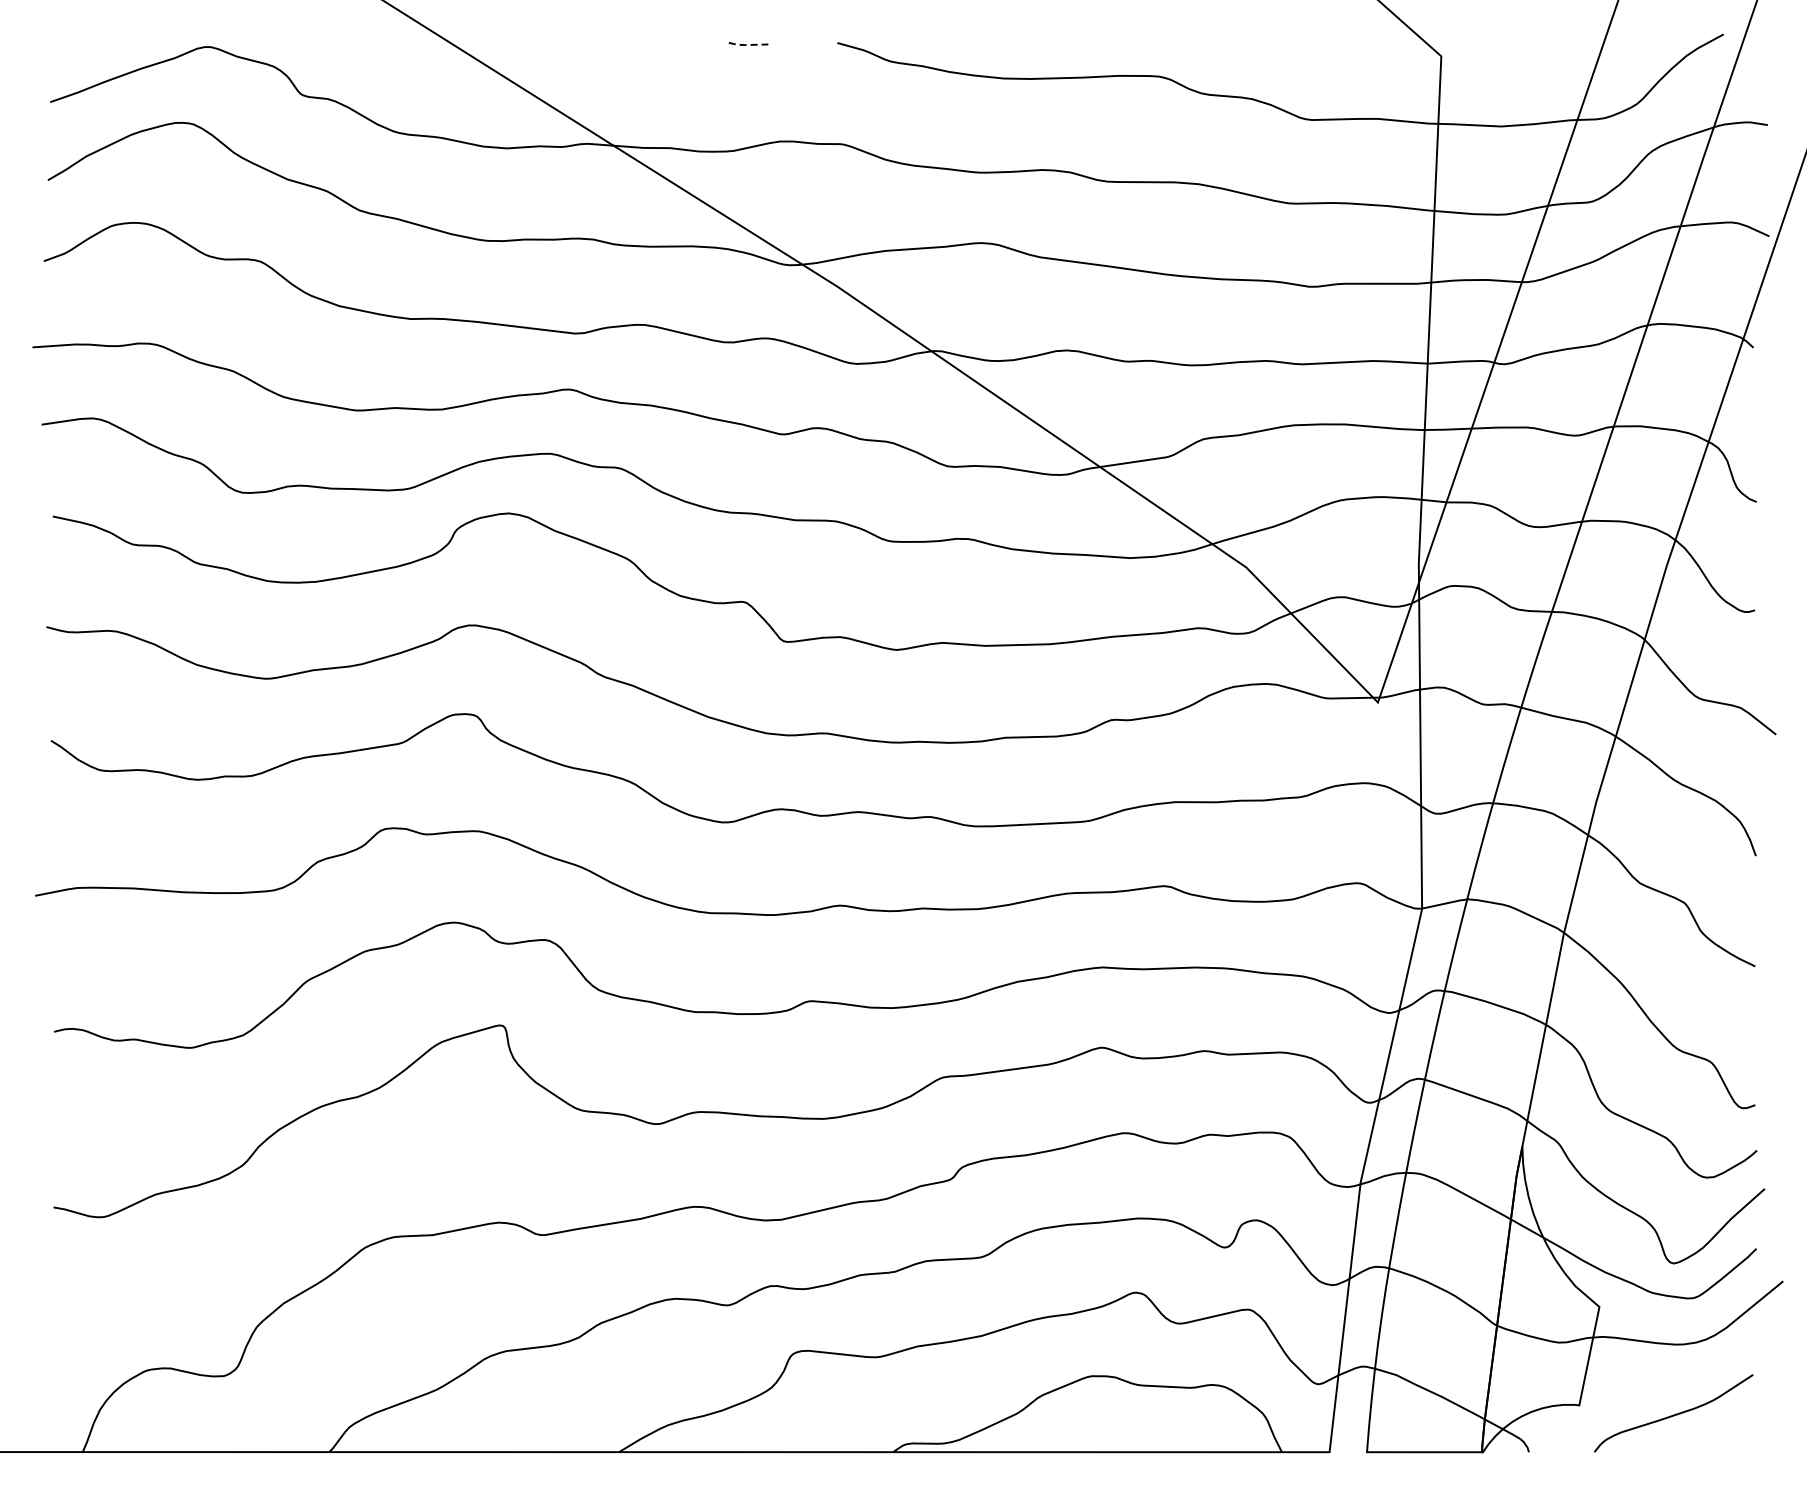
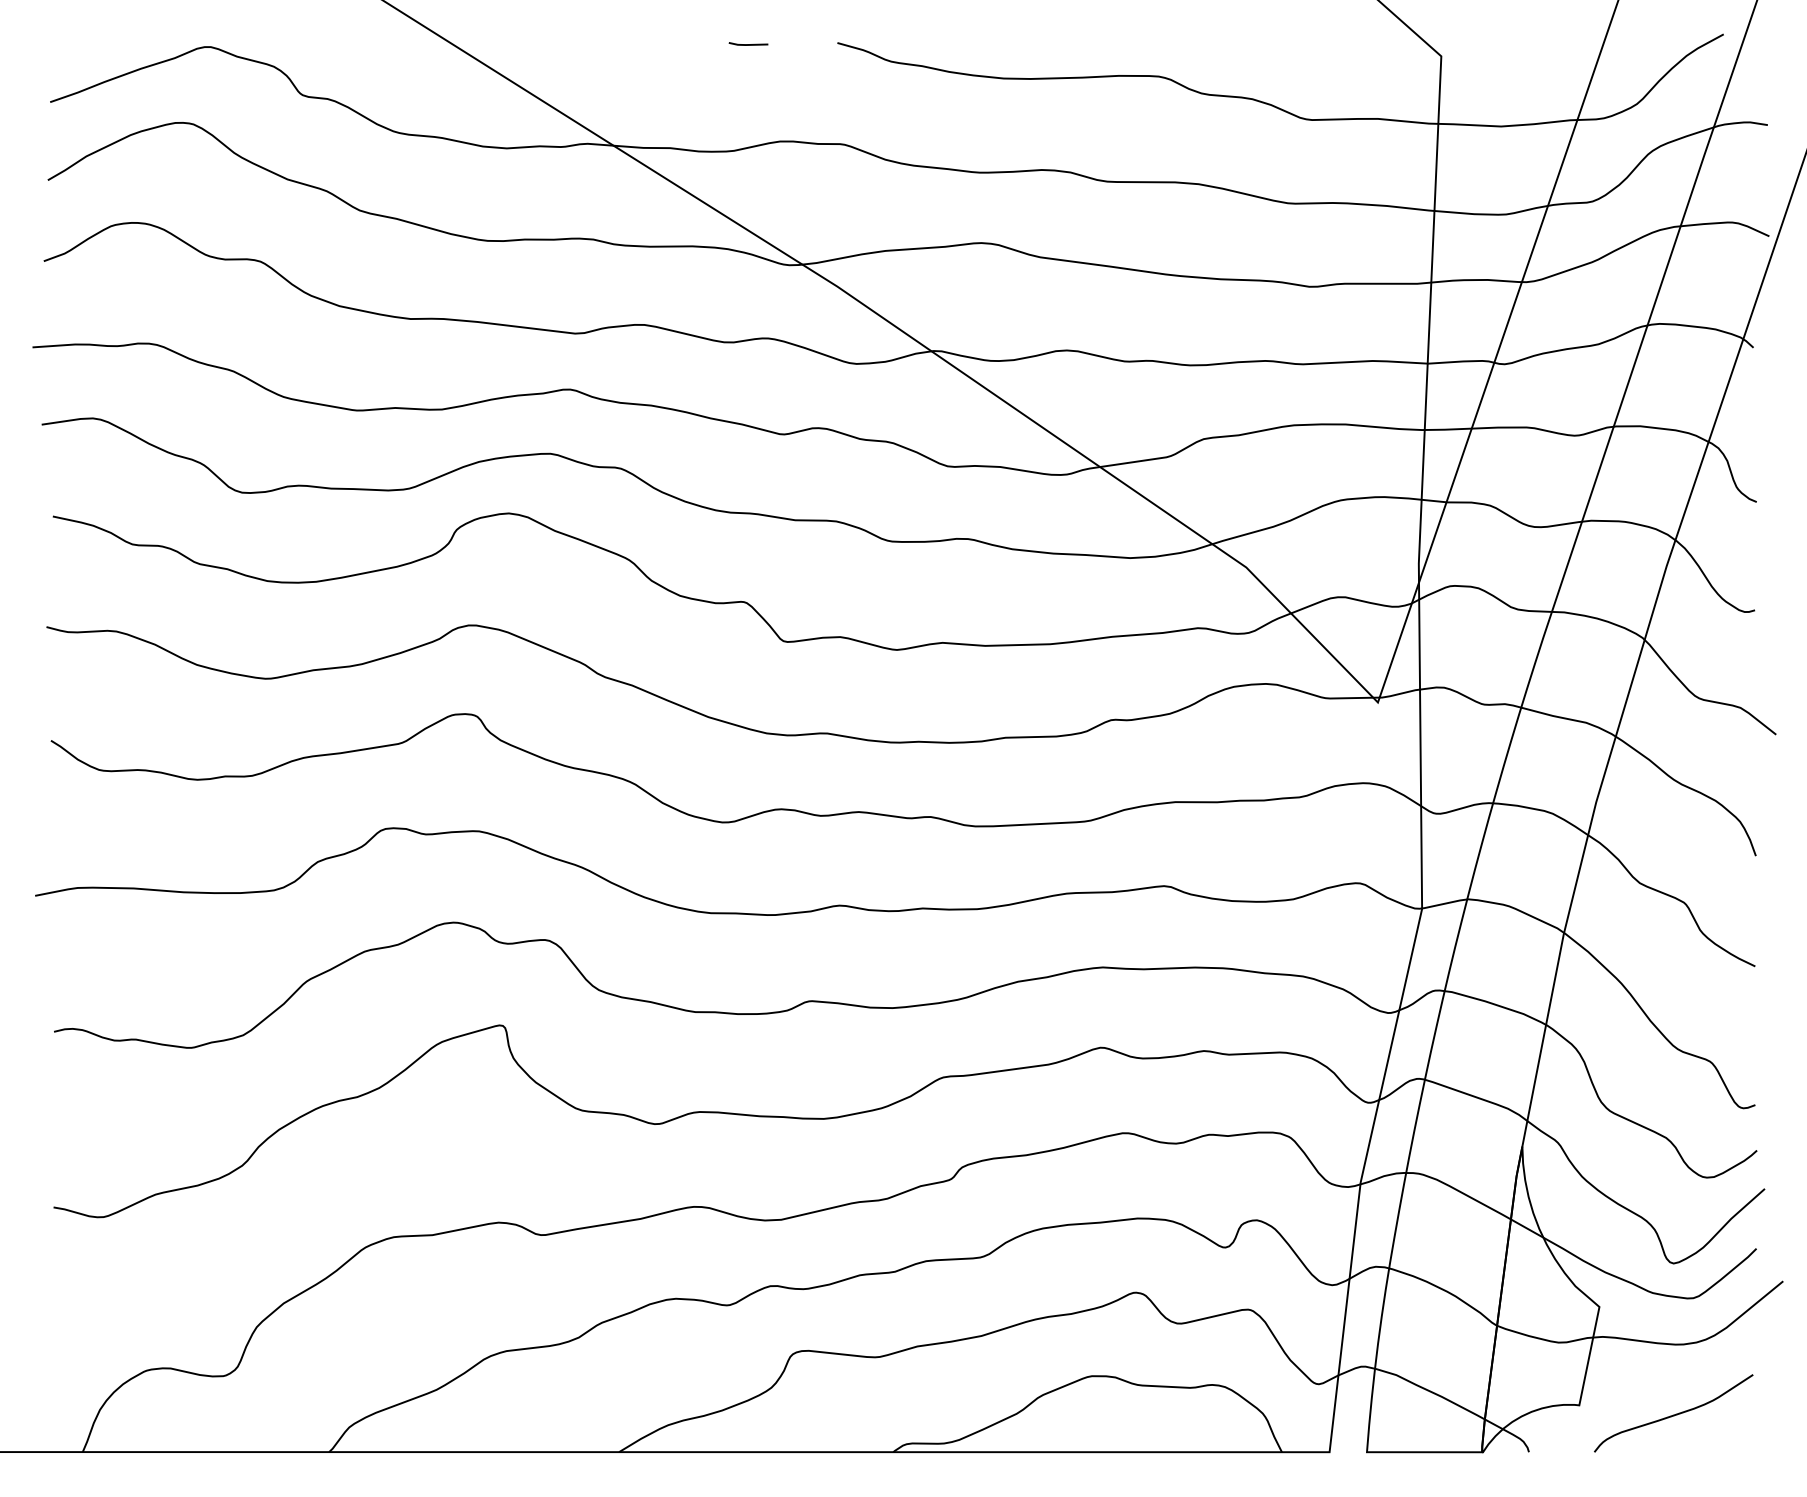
line at (747, 45): dashed -> solid
